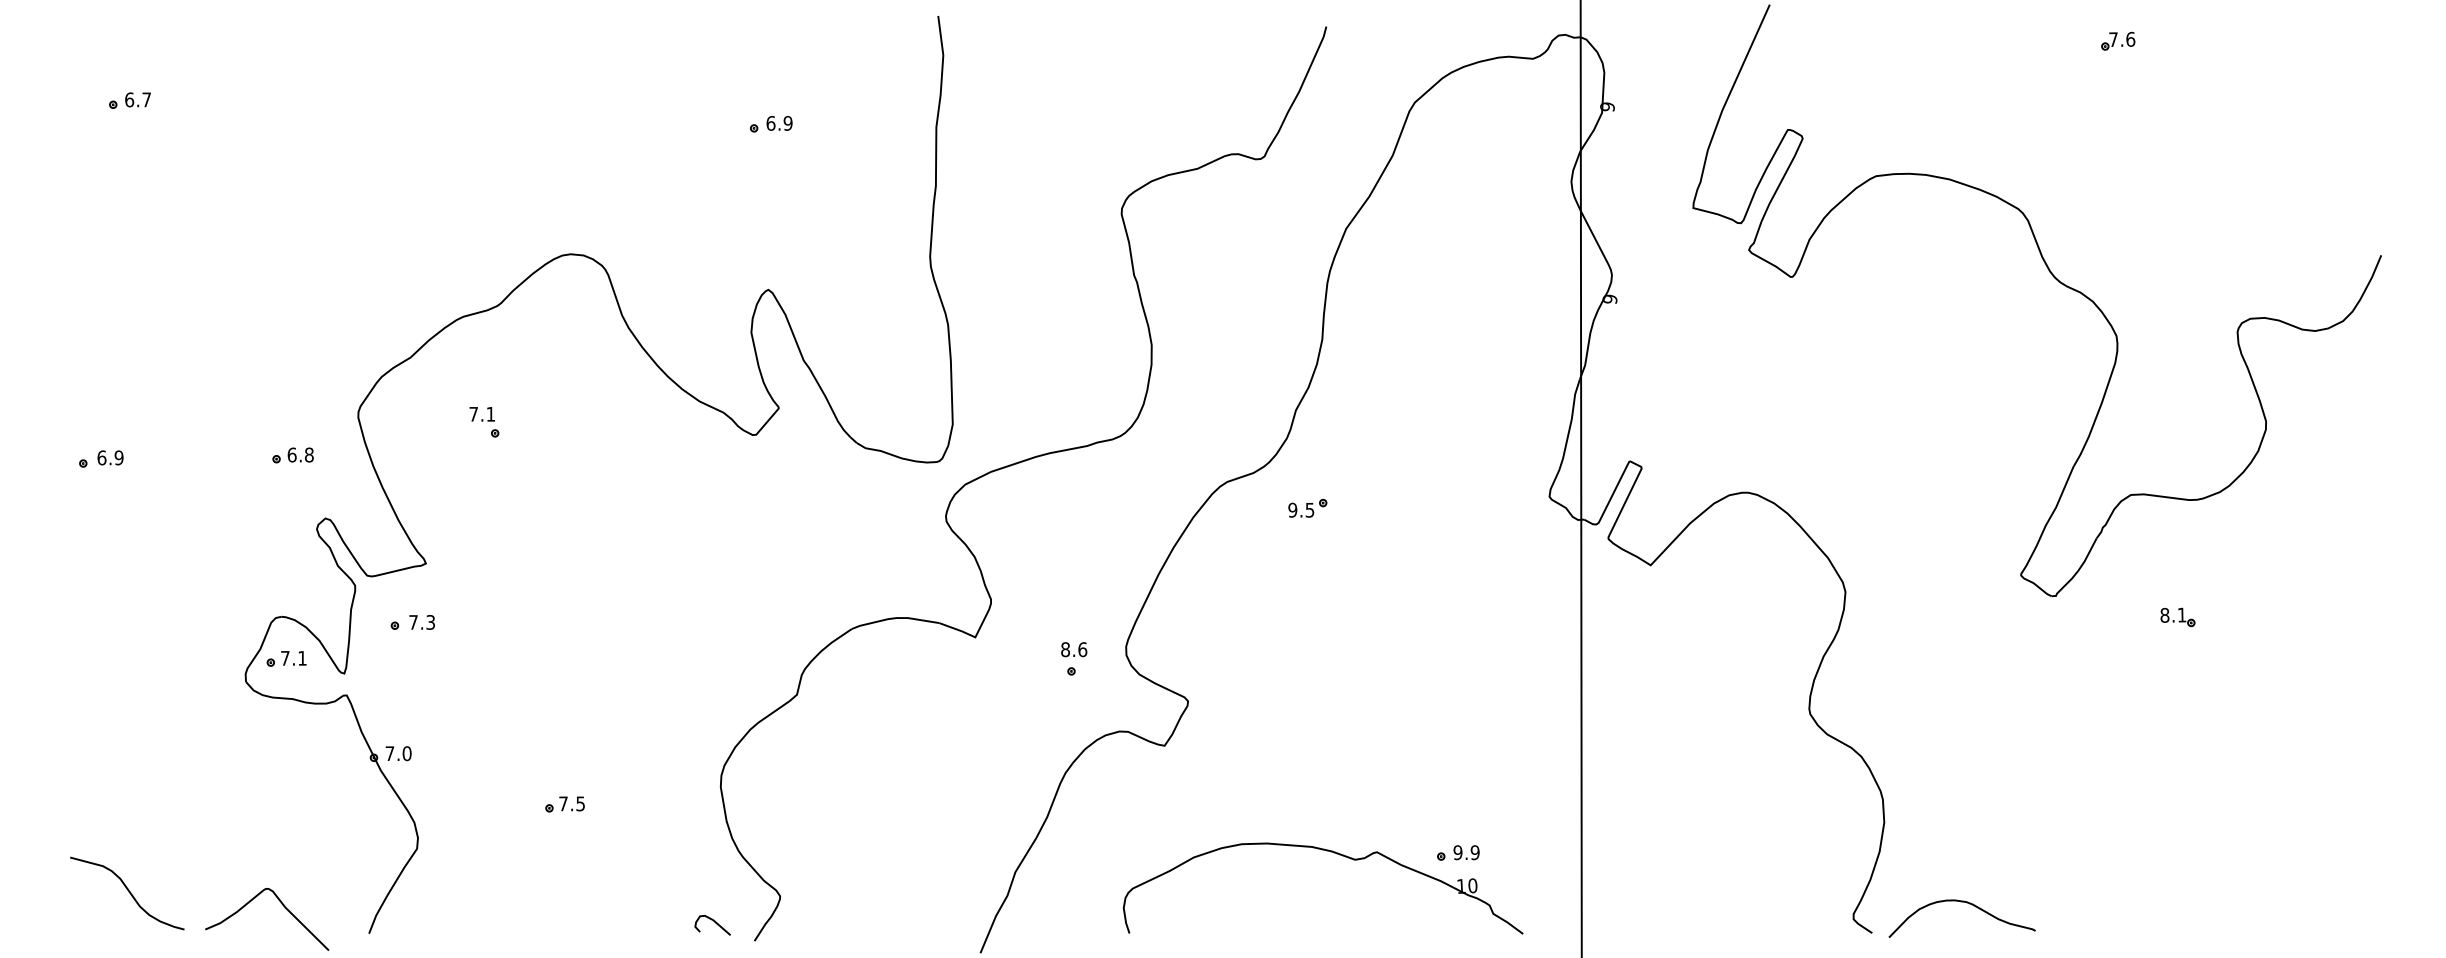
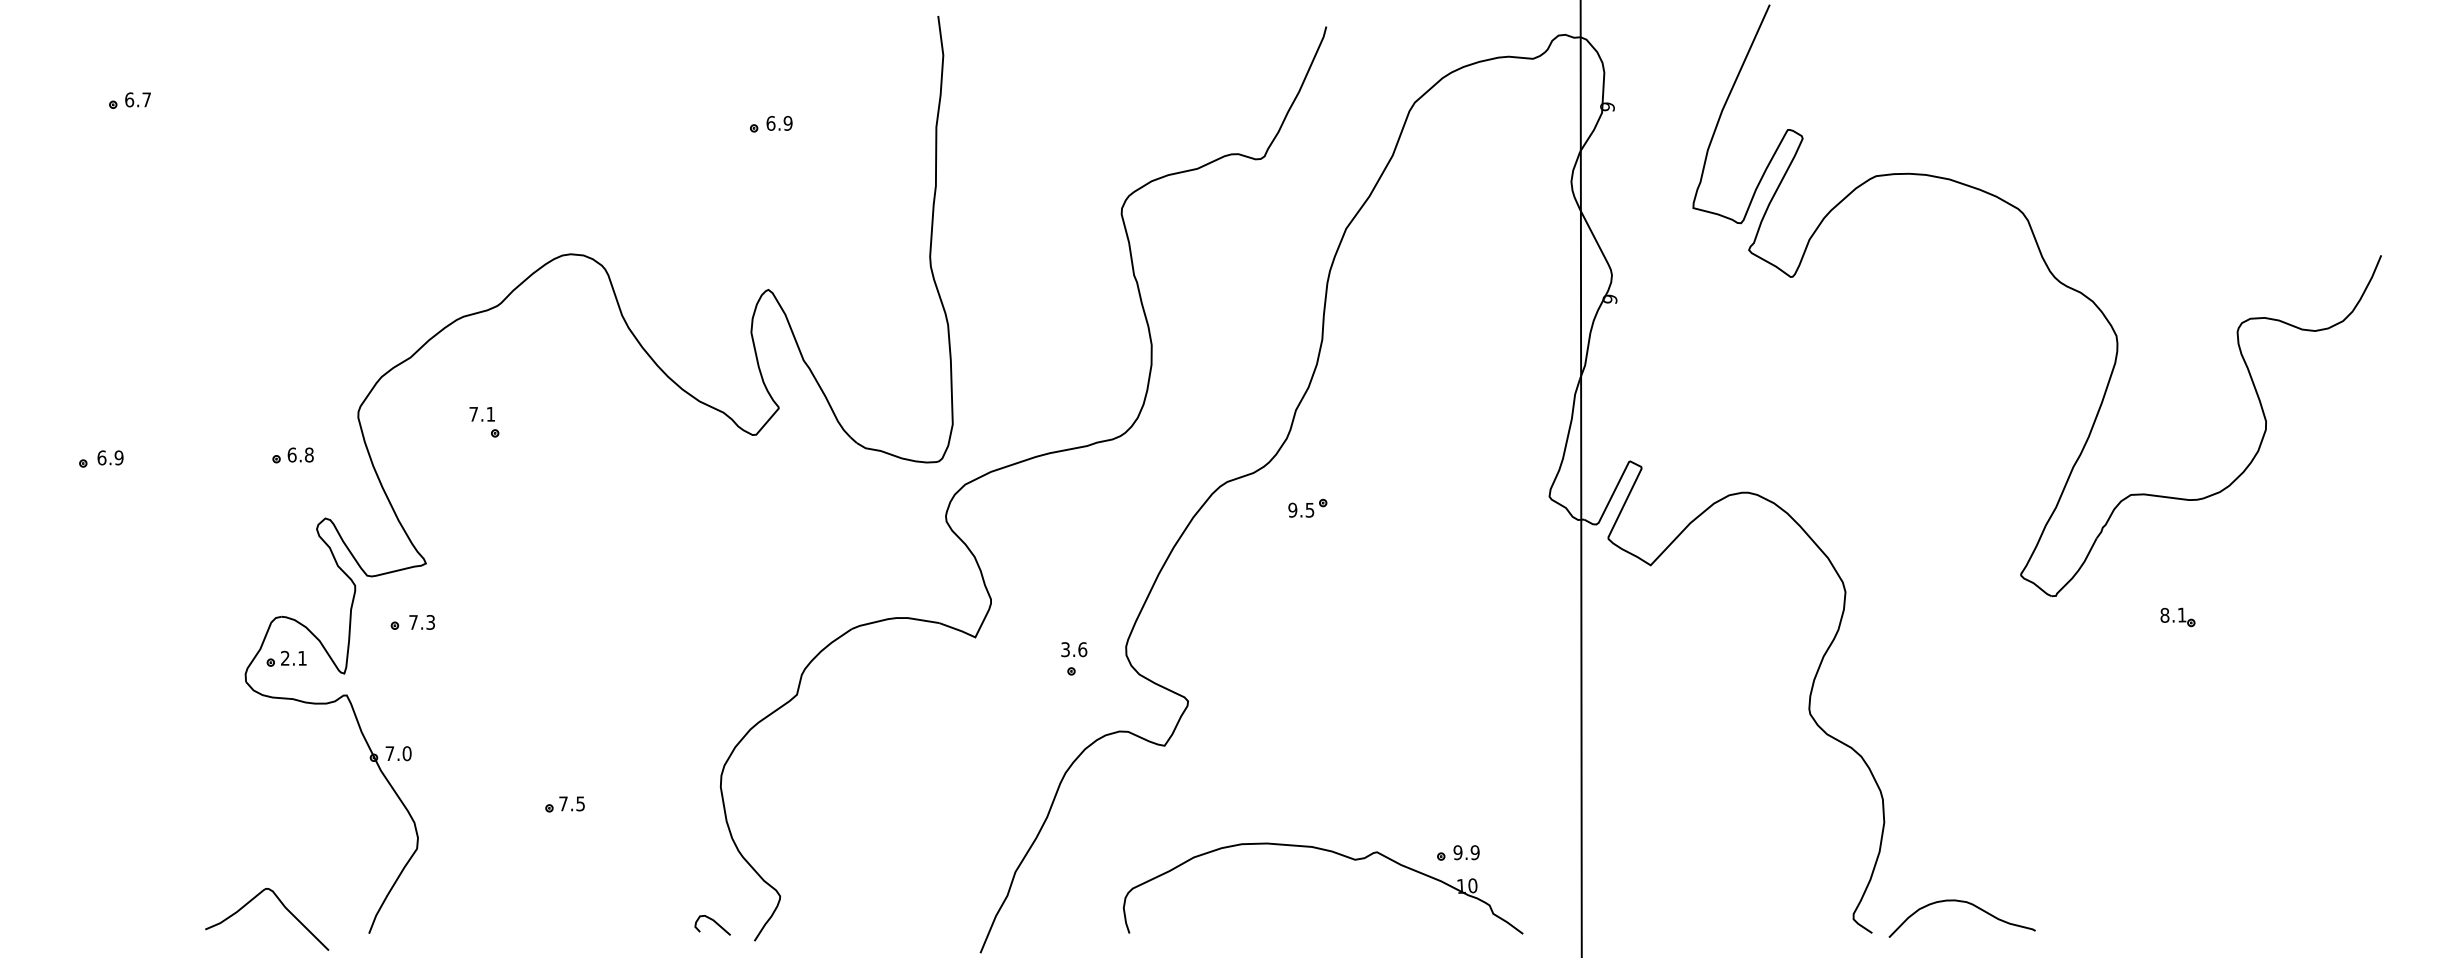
part at (2118, 40): present -> none
text at (1065, 649): 8.6 -> 3.6
text at (285, 657): 7.1 -> 2.1
curve at (128, 892): present -> none
